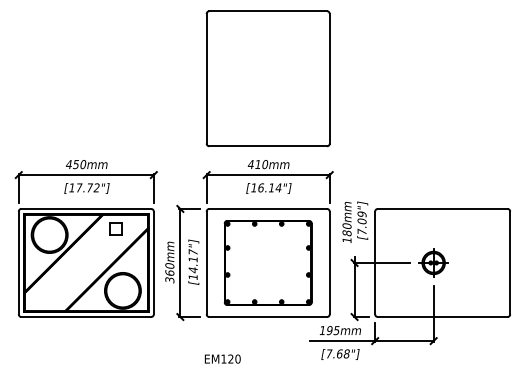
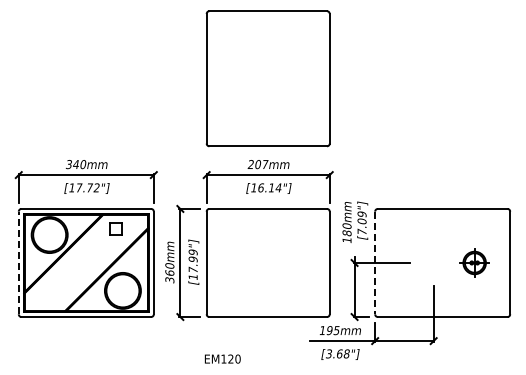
text at (71, 164): 450mm -> 340mm
text at (257, 164): 410mm -> 207mm
text at (192, 261): [14.17"] -> [17.99"]
line at (18, 262): solid -> dashed
part at (267, 262): present -> none
part at (433, 262) position: (433, 262) -> (474, 262)
line at (375, 263): solid -> dashed
text at (329, 353): [7.68"] -> [3.68"]
